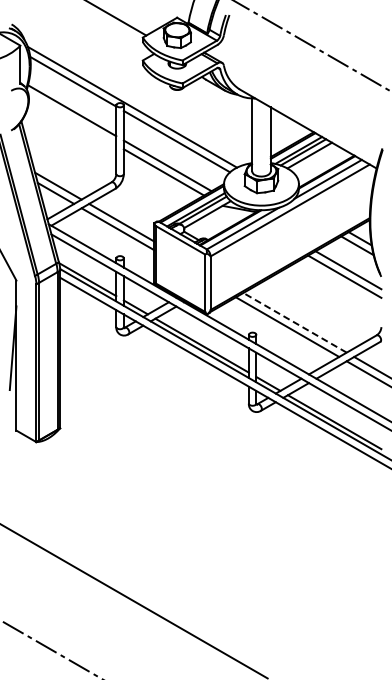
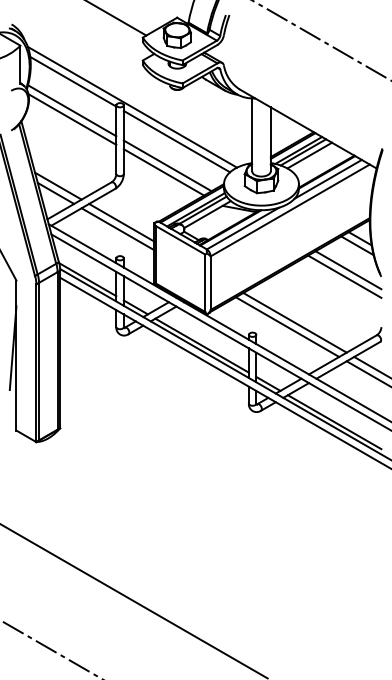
line at (312, 46) position: (312, 46) -> (321, 40)
line at (72, 119): none -> present
line at (295, 322): dashed -> solid
